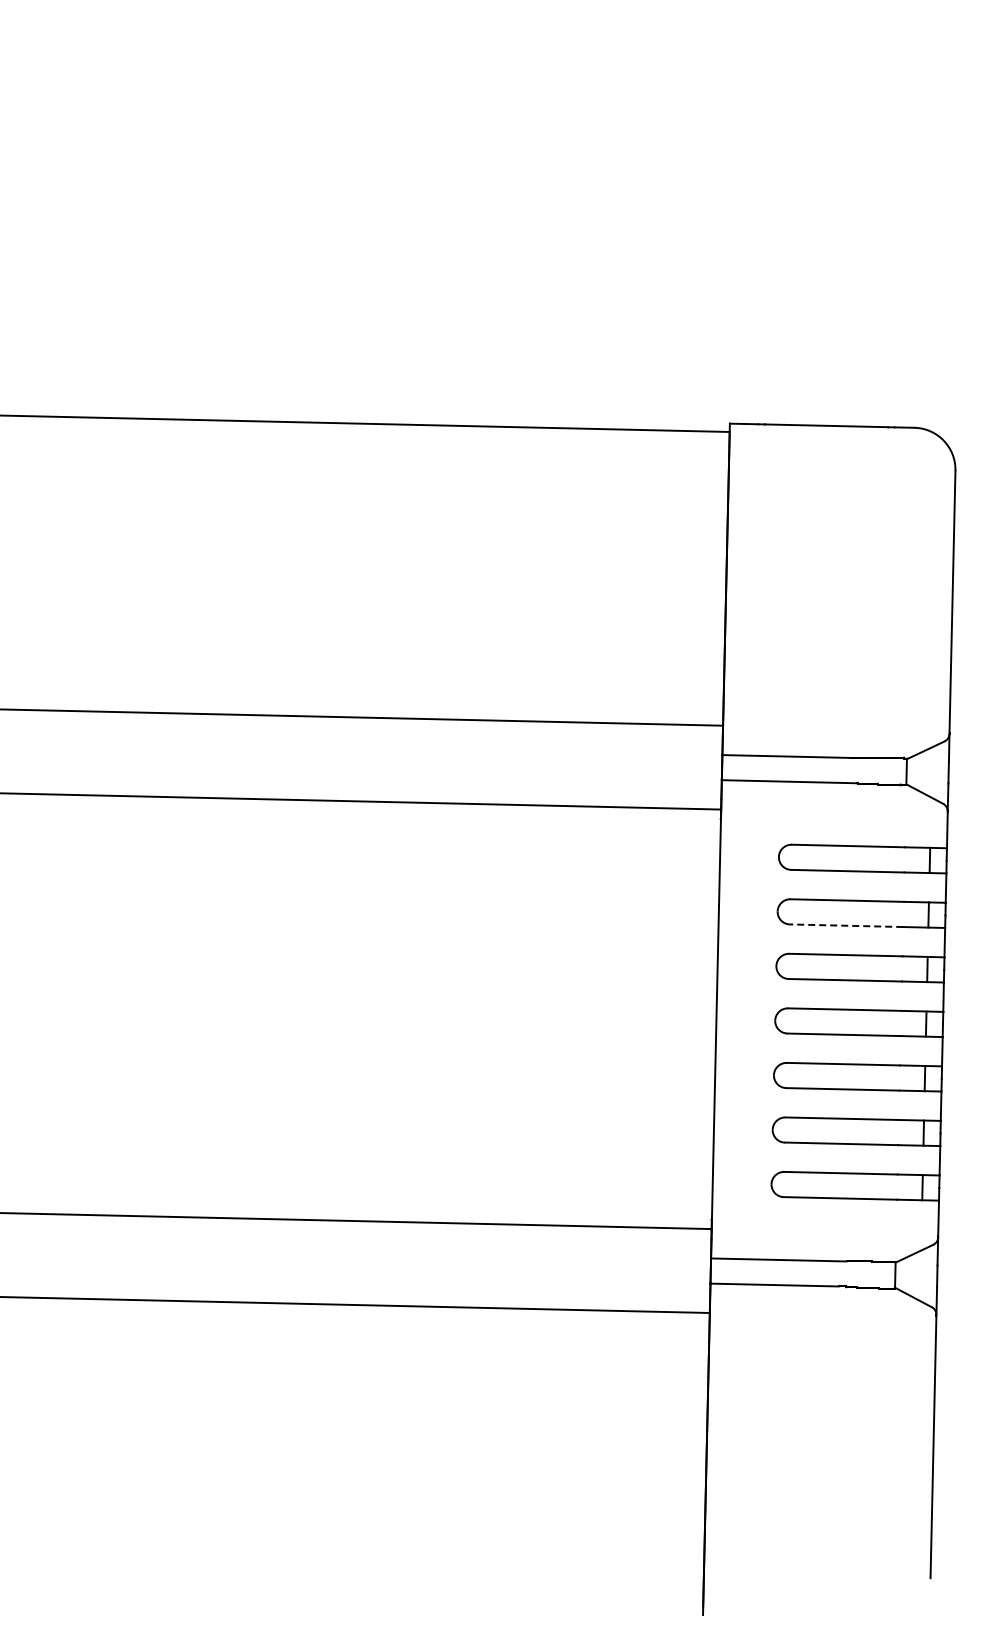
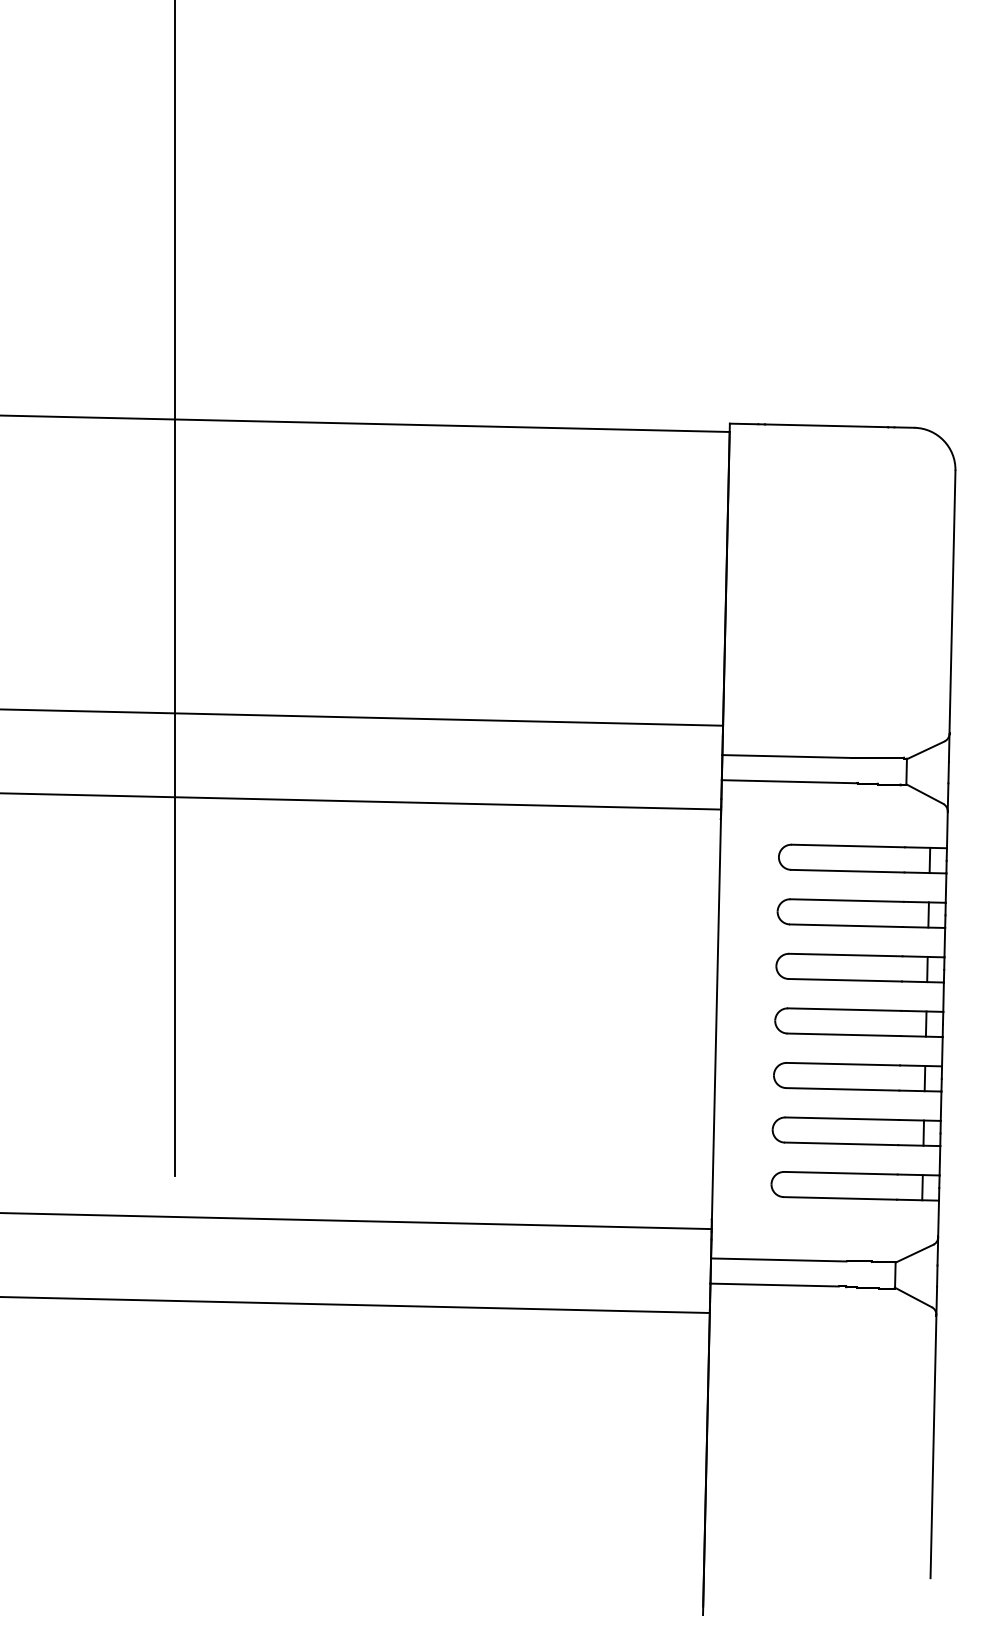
line at (174, 588): none -> present
line at (846, 925): dashed -> solid
